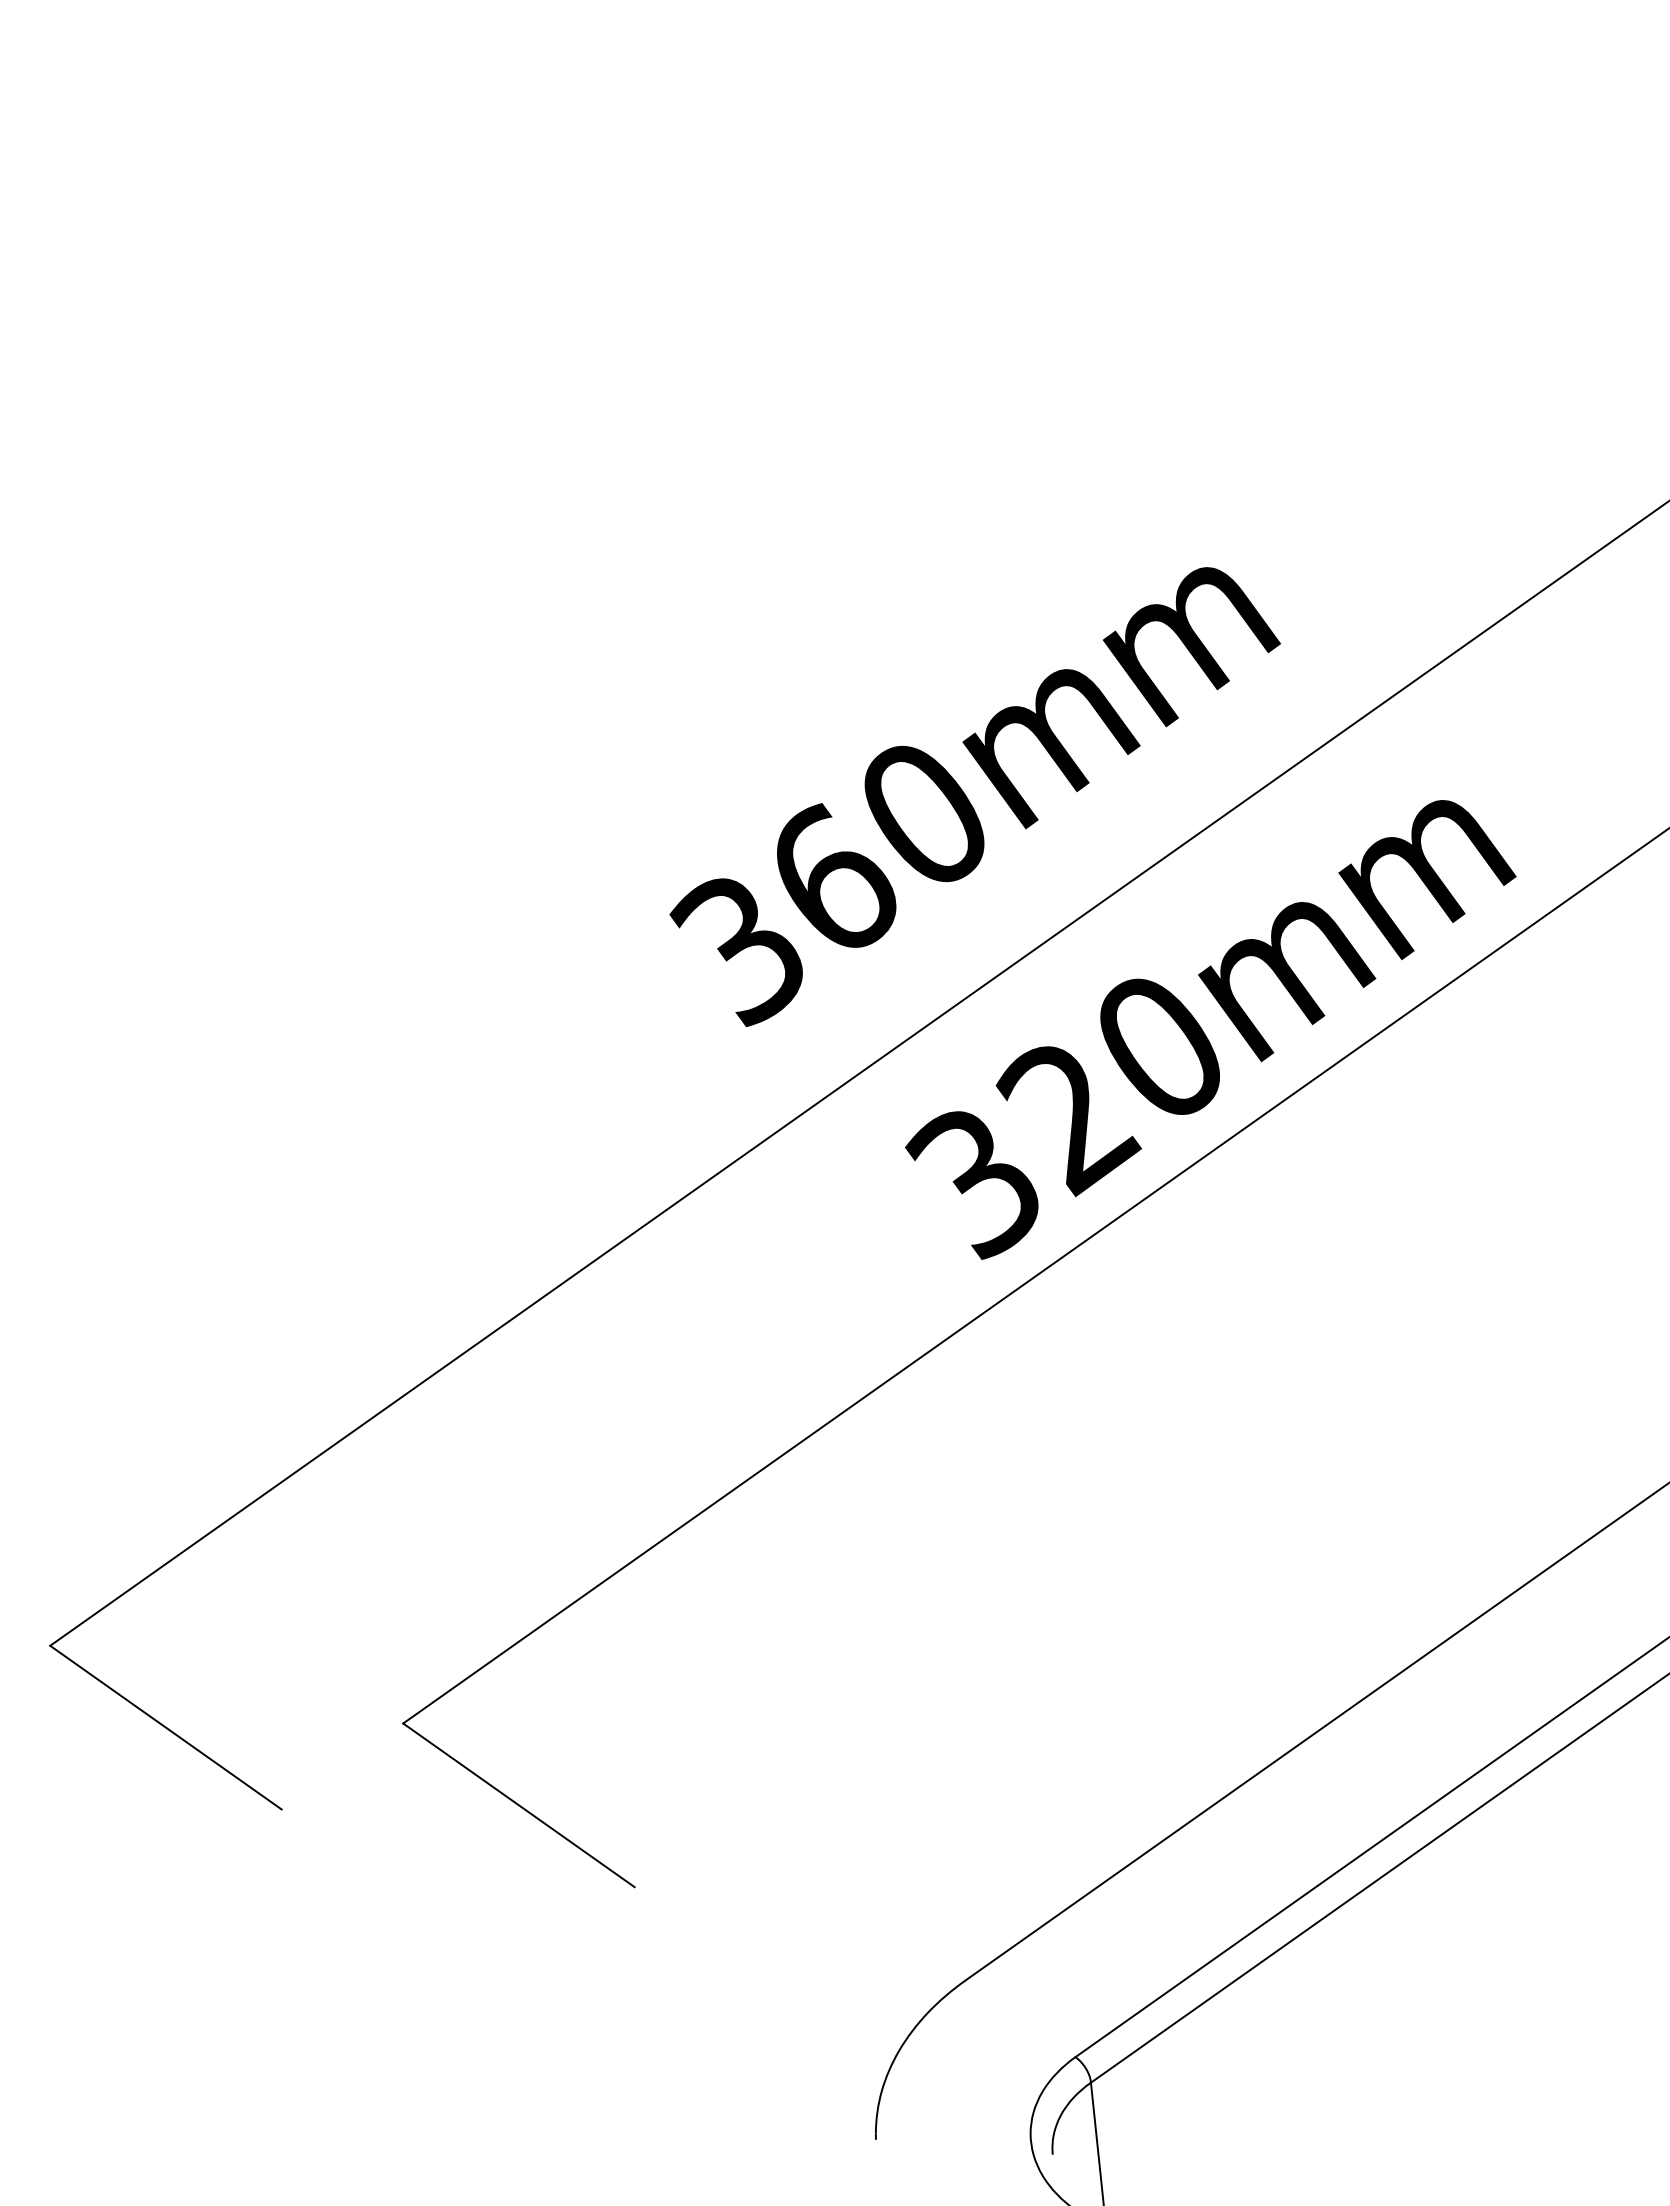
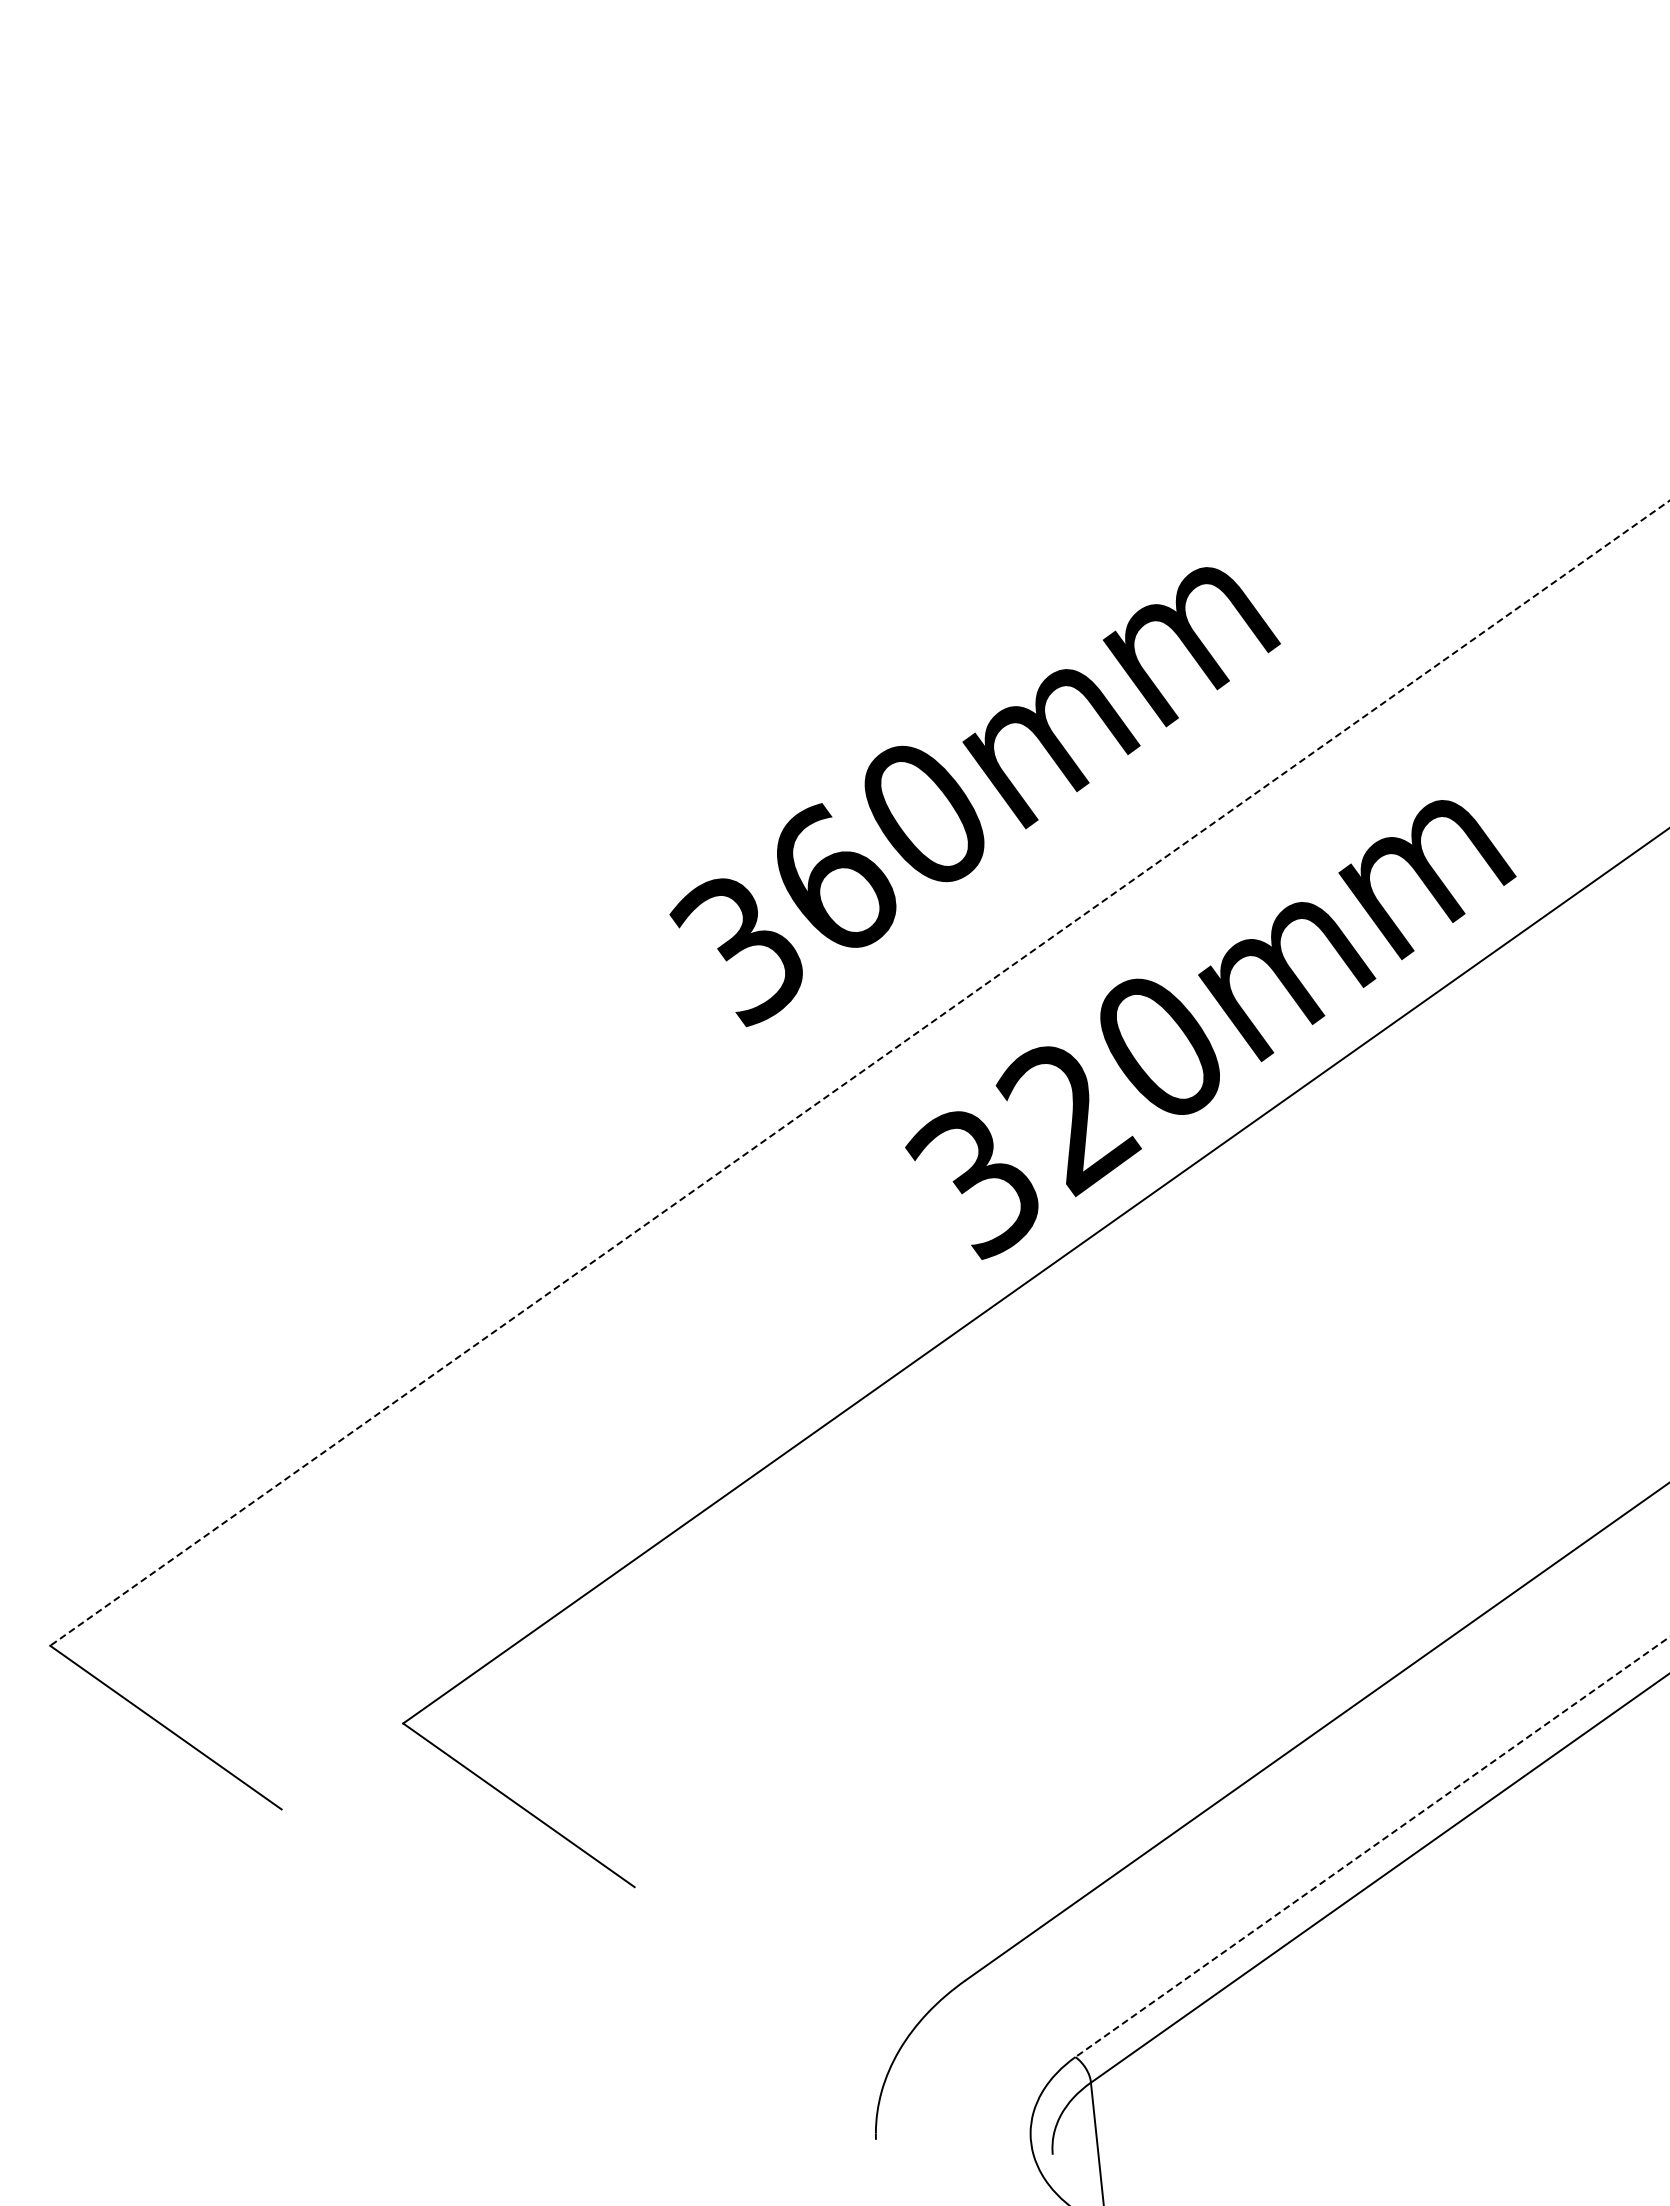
line at (859, 1073): solid -> dashed
line at (1372, 1847): solid -> dashed
